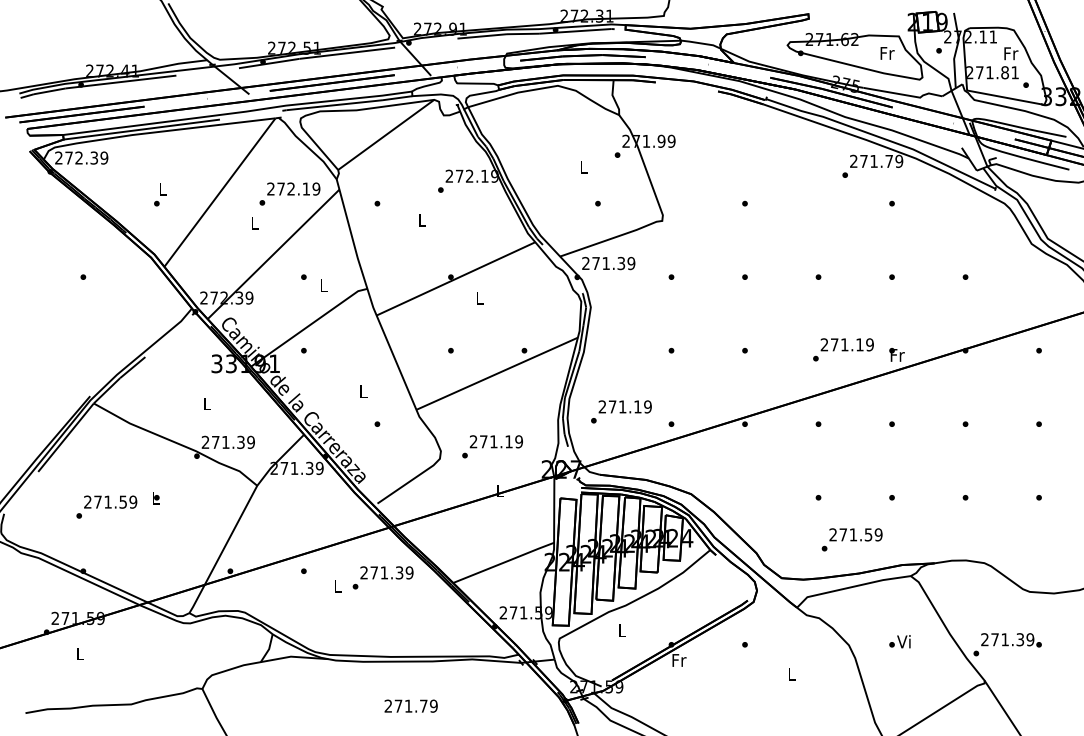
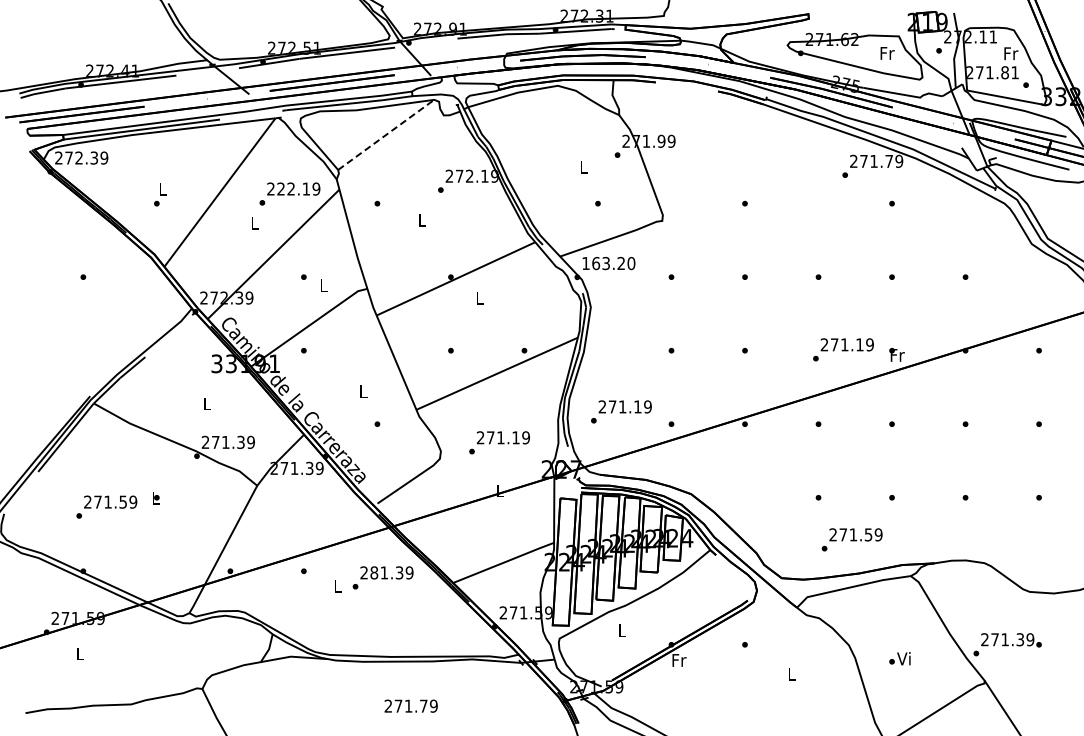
line at (386, 134): solid -> dashed
text at (280, 188): 272.19 -> 222.19
text at (608, 263): 271.39 -> 163.20
text at (492, 446) position: (492, 446) -> (499, 442)
text at (374, 572): 271.39 -> 281.39
text at (899, 641) position: (899, 641) -> (899, 658)
